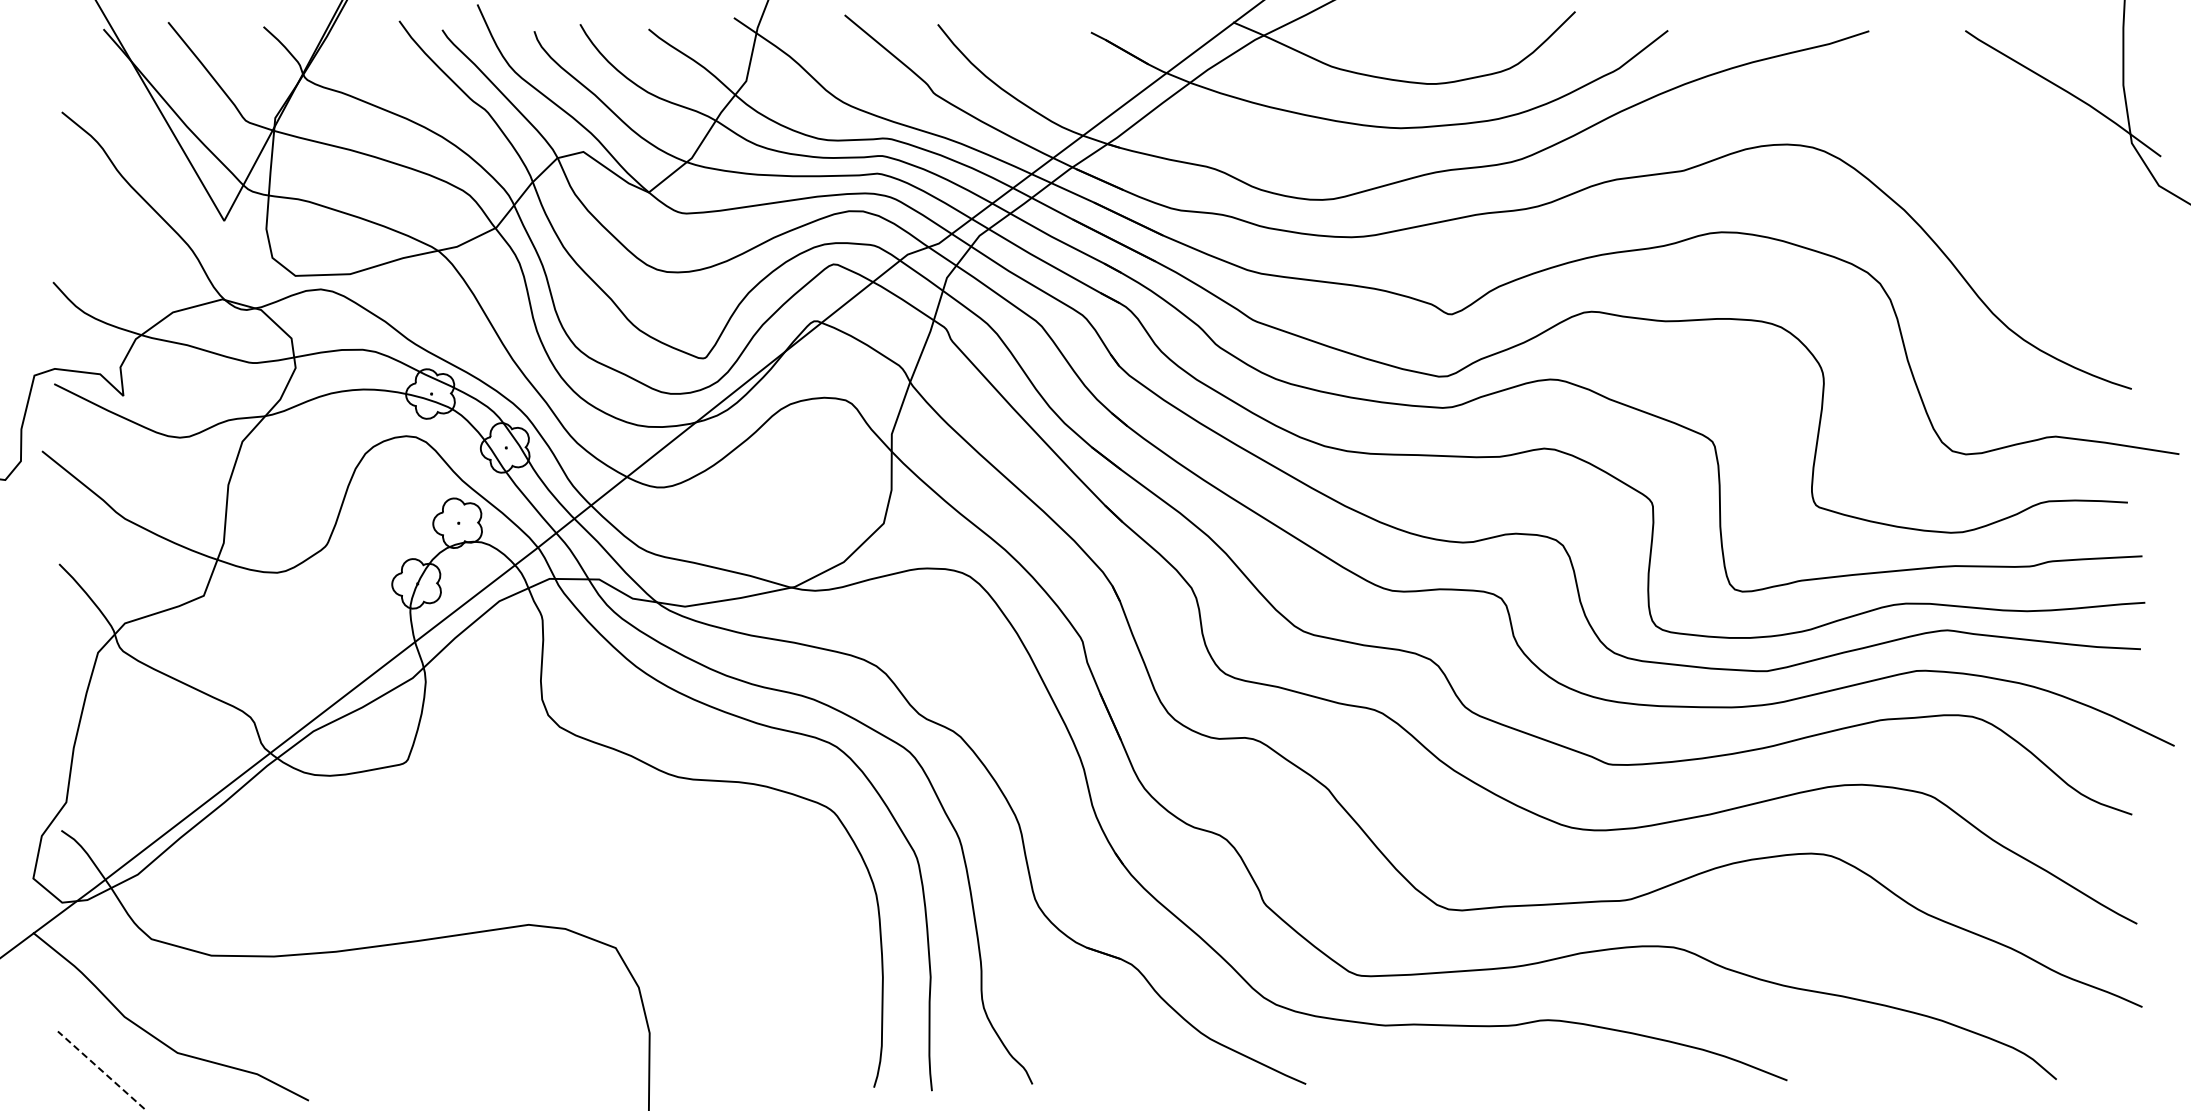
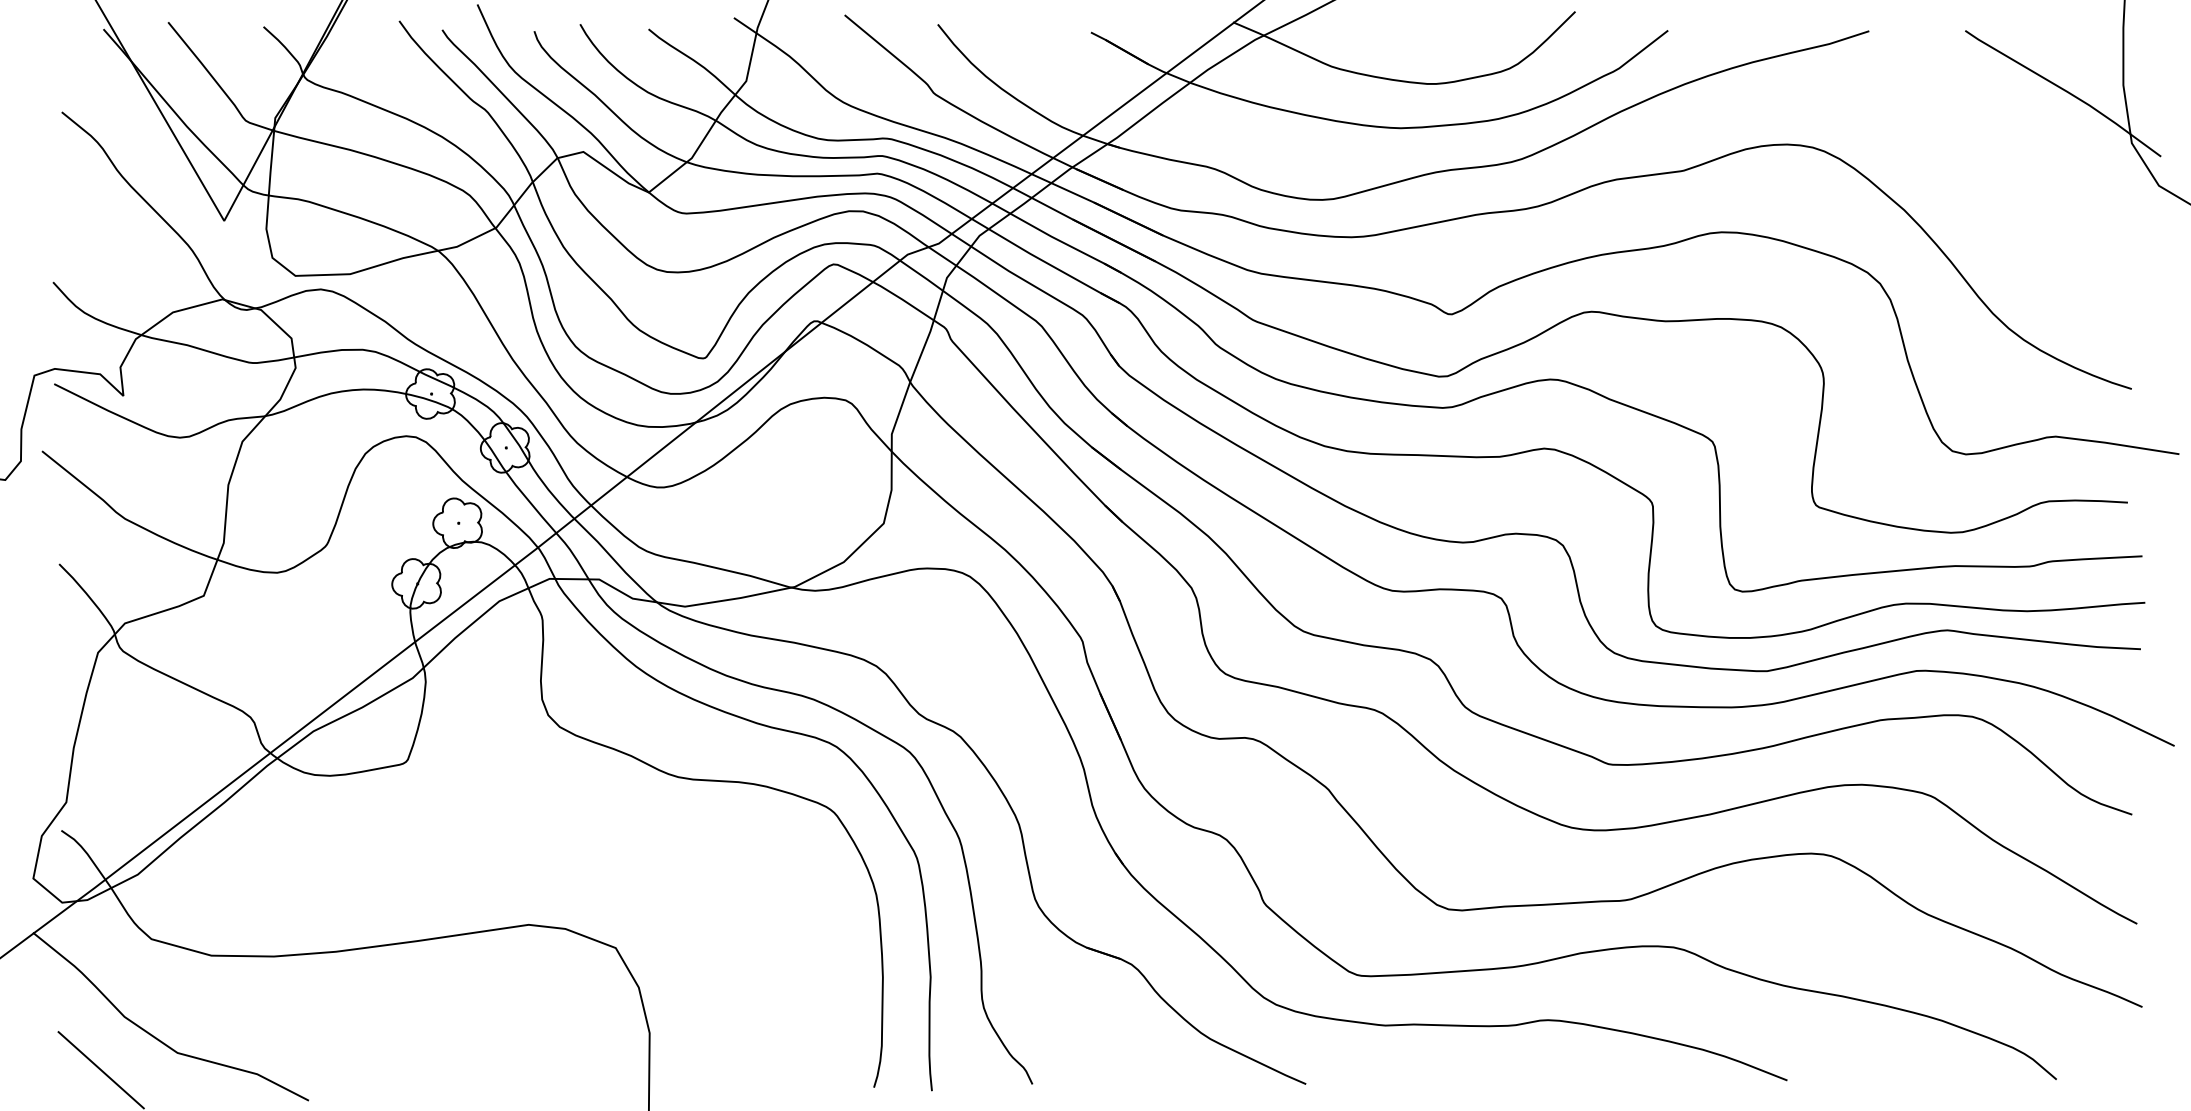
line at (100, 1069): dashed -> solid
